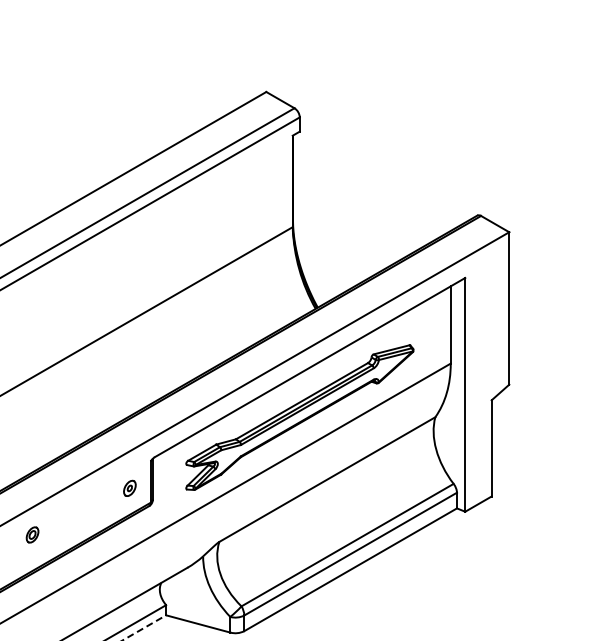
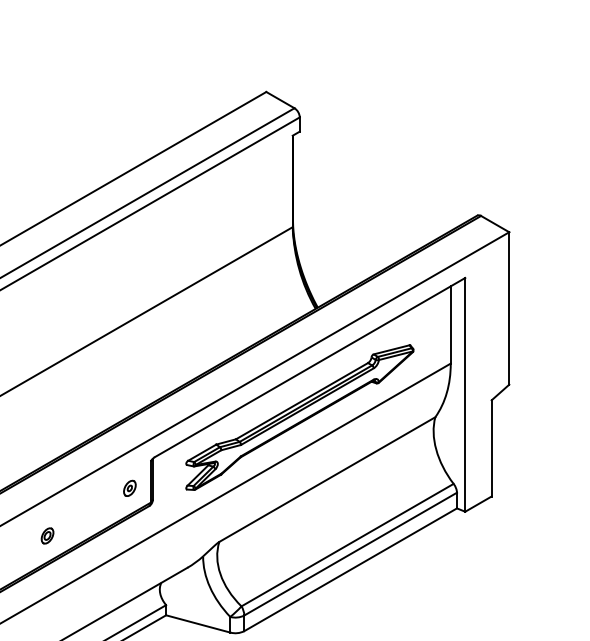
part at (32, 534) position: (32, 534) -> (47, 535)
line at (144, 627): dashed -> solid
